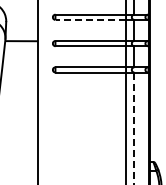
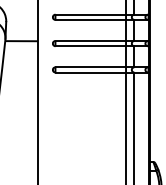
line at (90, 19): dashed -> solid
line at (134, 128): dashed -> solid
